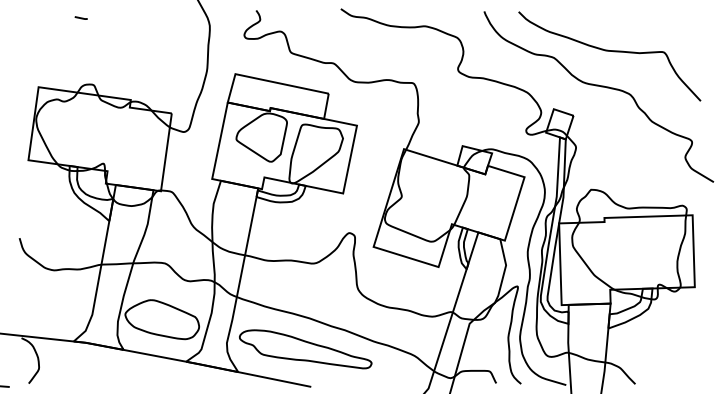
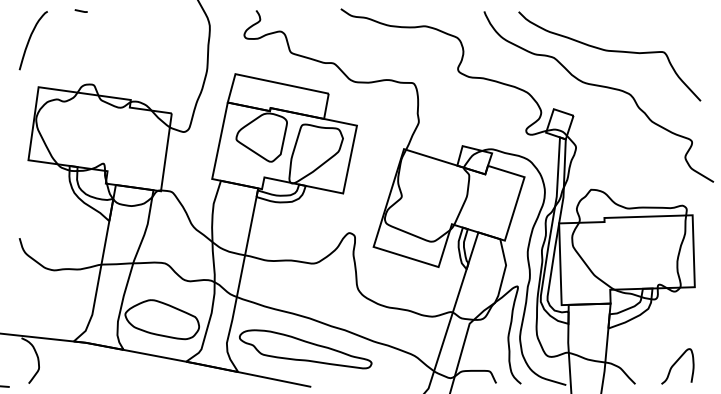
line at (80, 17) position: (80, 17) -> (80, 10)
curve at (30, 39): none -> present
curve at (675, 364): none -> present
